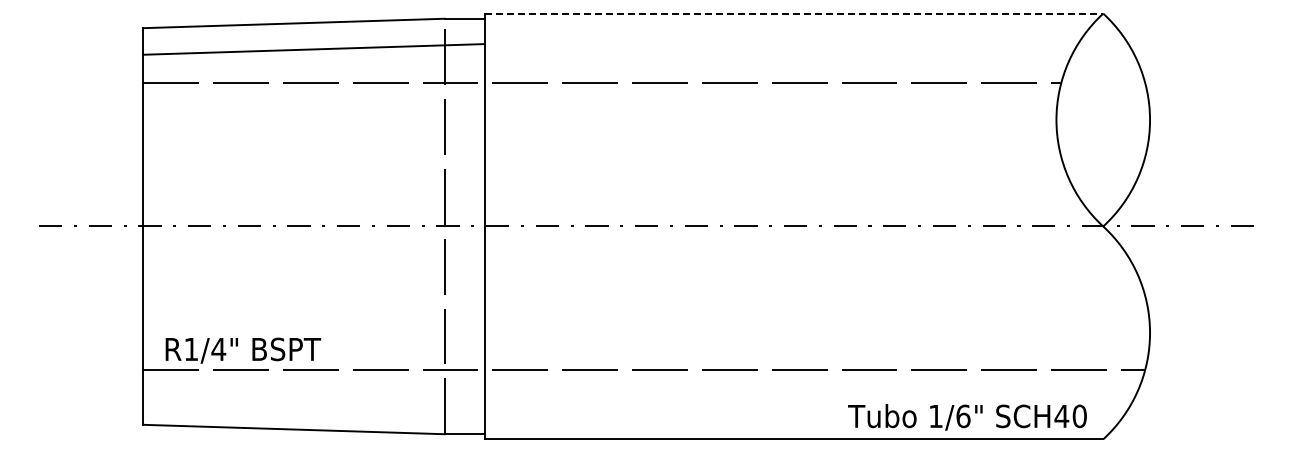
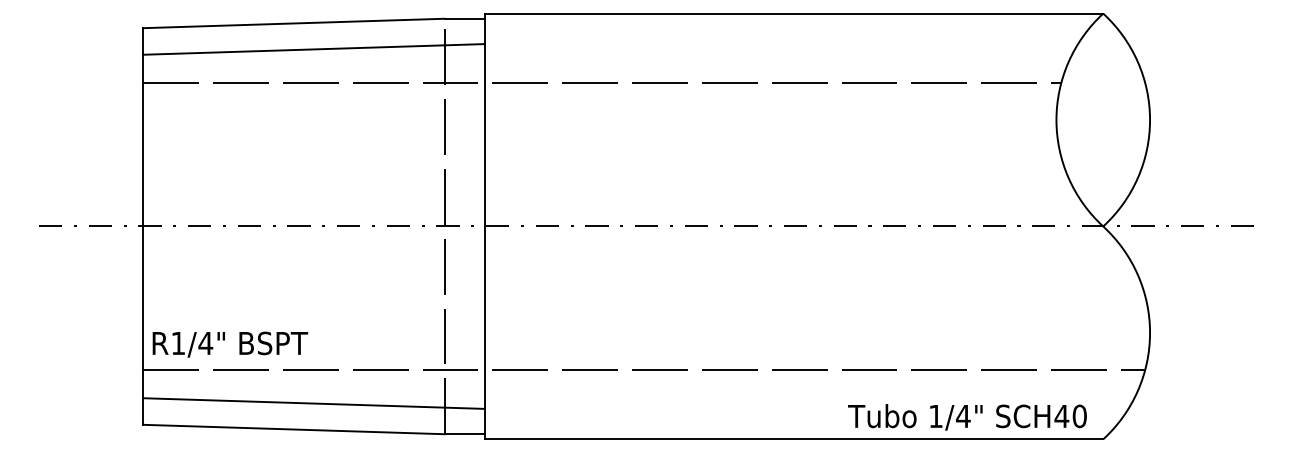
line at (794, 13): dashed -> solid
text at (243, 350) position: (243, 350) -> (230, 344)
line at (313, 403): none -> present
text at (962, 416): 1/6" -> 1/4"
